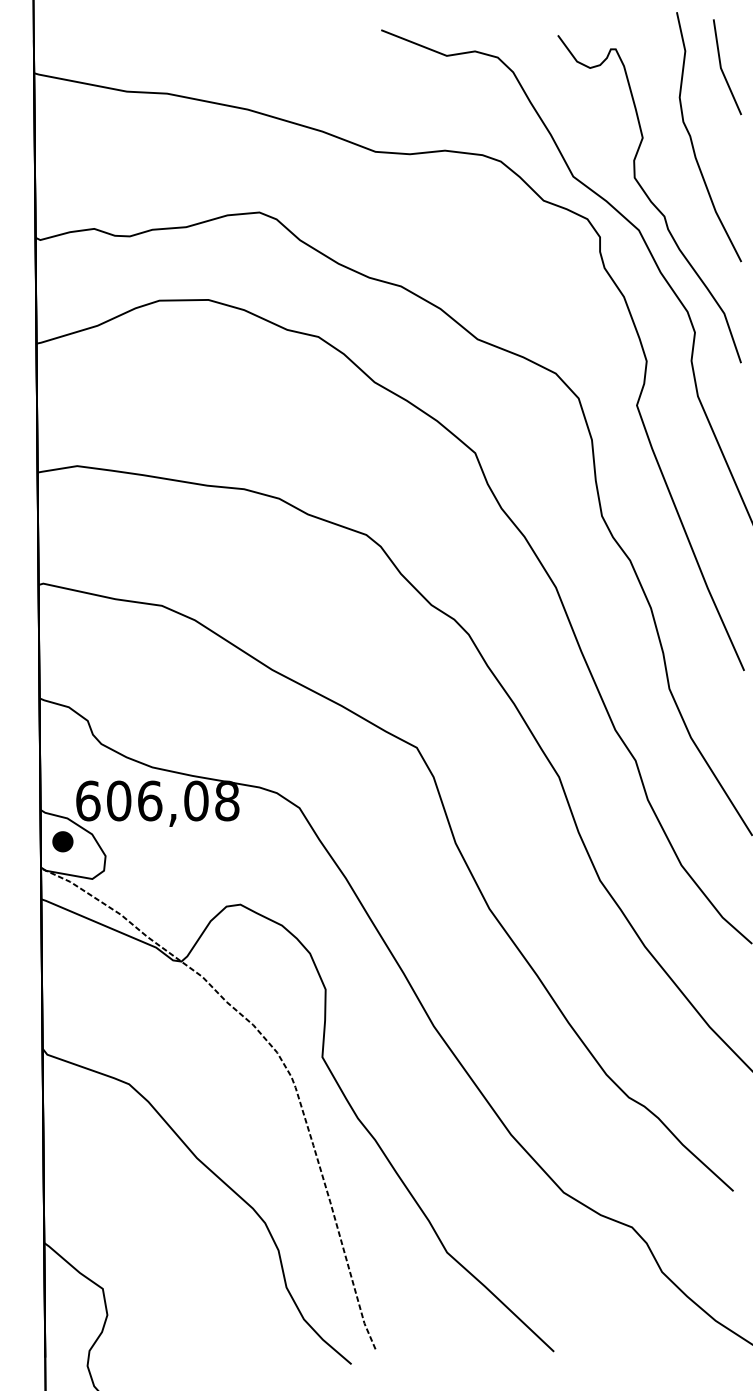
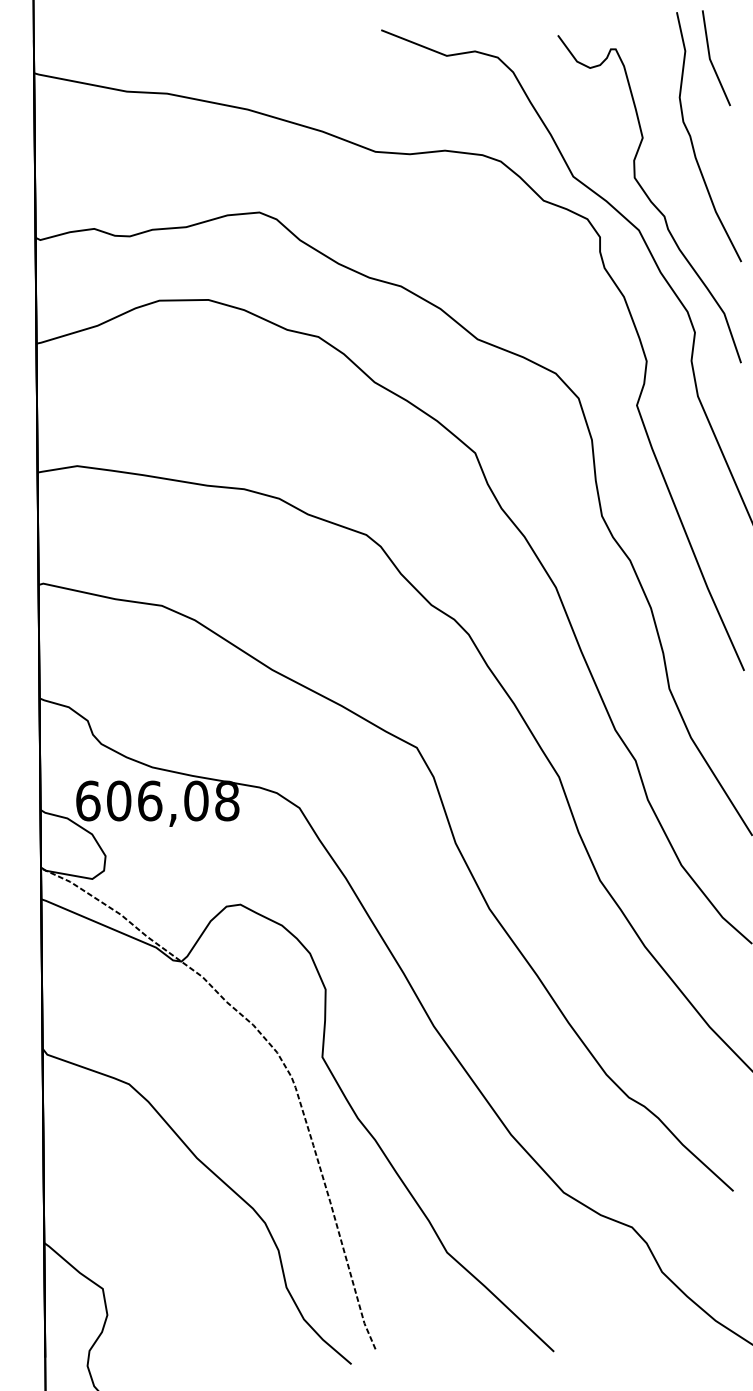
part at (727, 67) position: (727, 67) -> (716, 58)
part at (62, 841): present -> none
